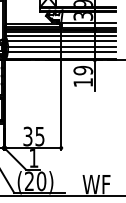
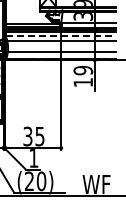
line at (61, 36): solid -> dashed
line at (61, 47): present -> none
